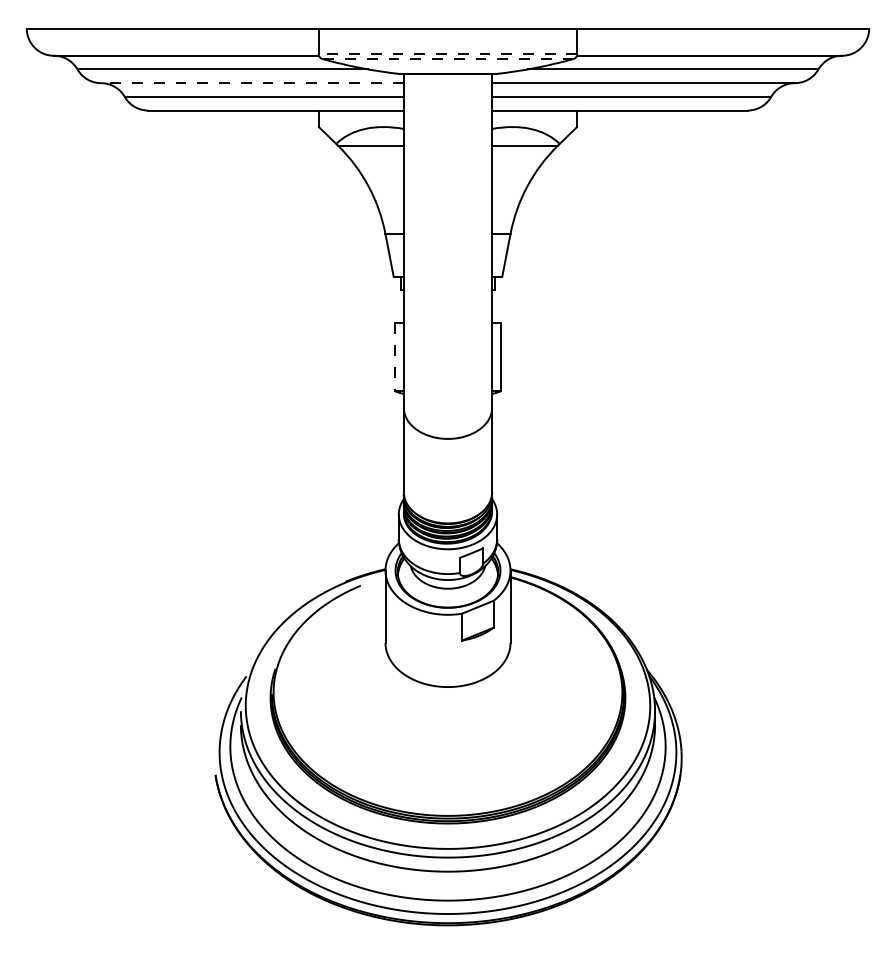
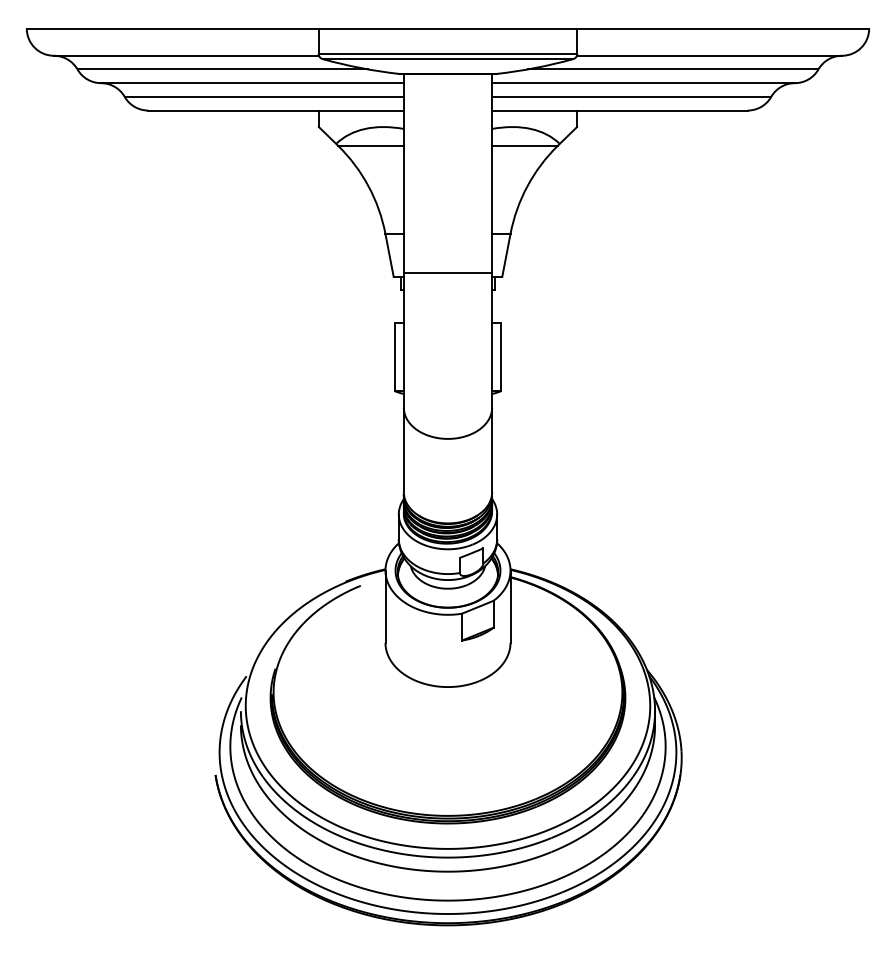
line at (447, 53): dashed -> solid
line at (447, 59): dashed -> solid
line at (251, 83): dashed -> solid
line at (447, 273): none -> present
line at (394, 357): dashed -> solid
